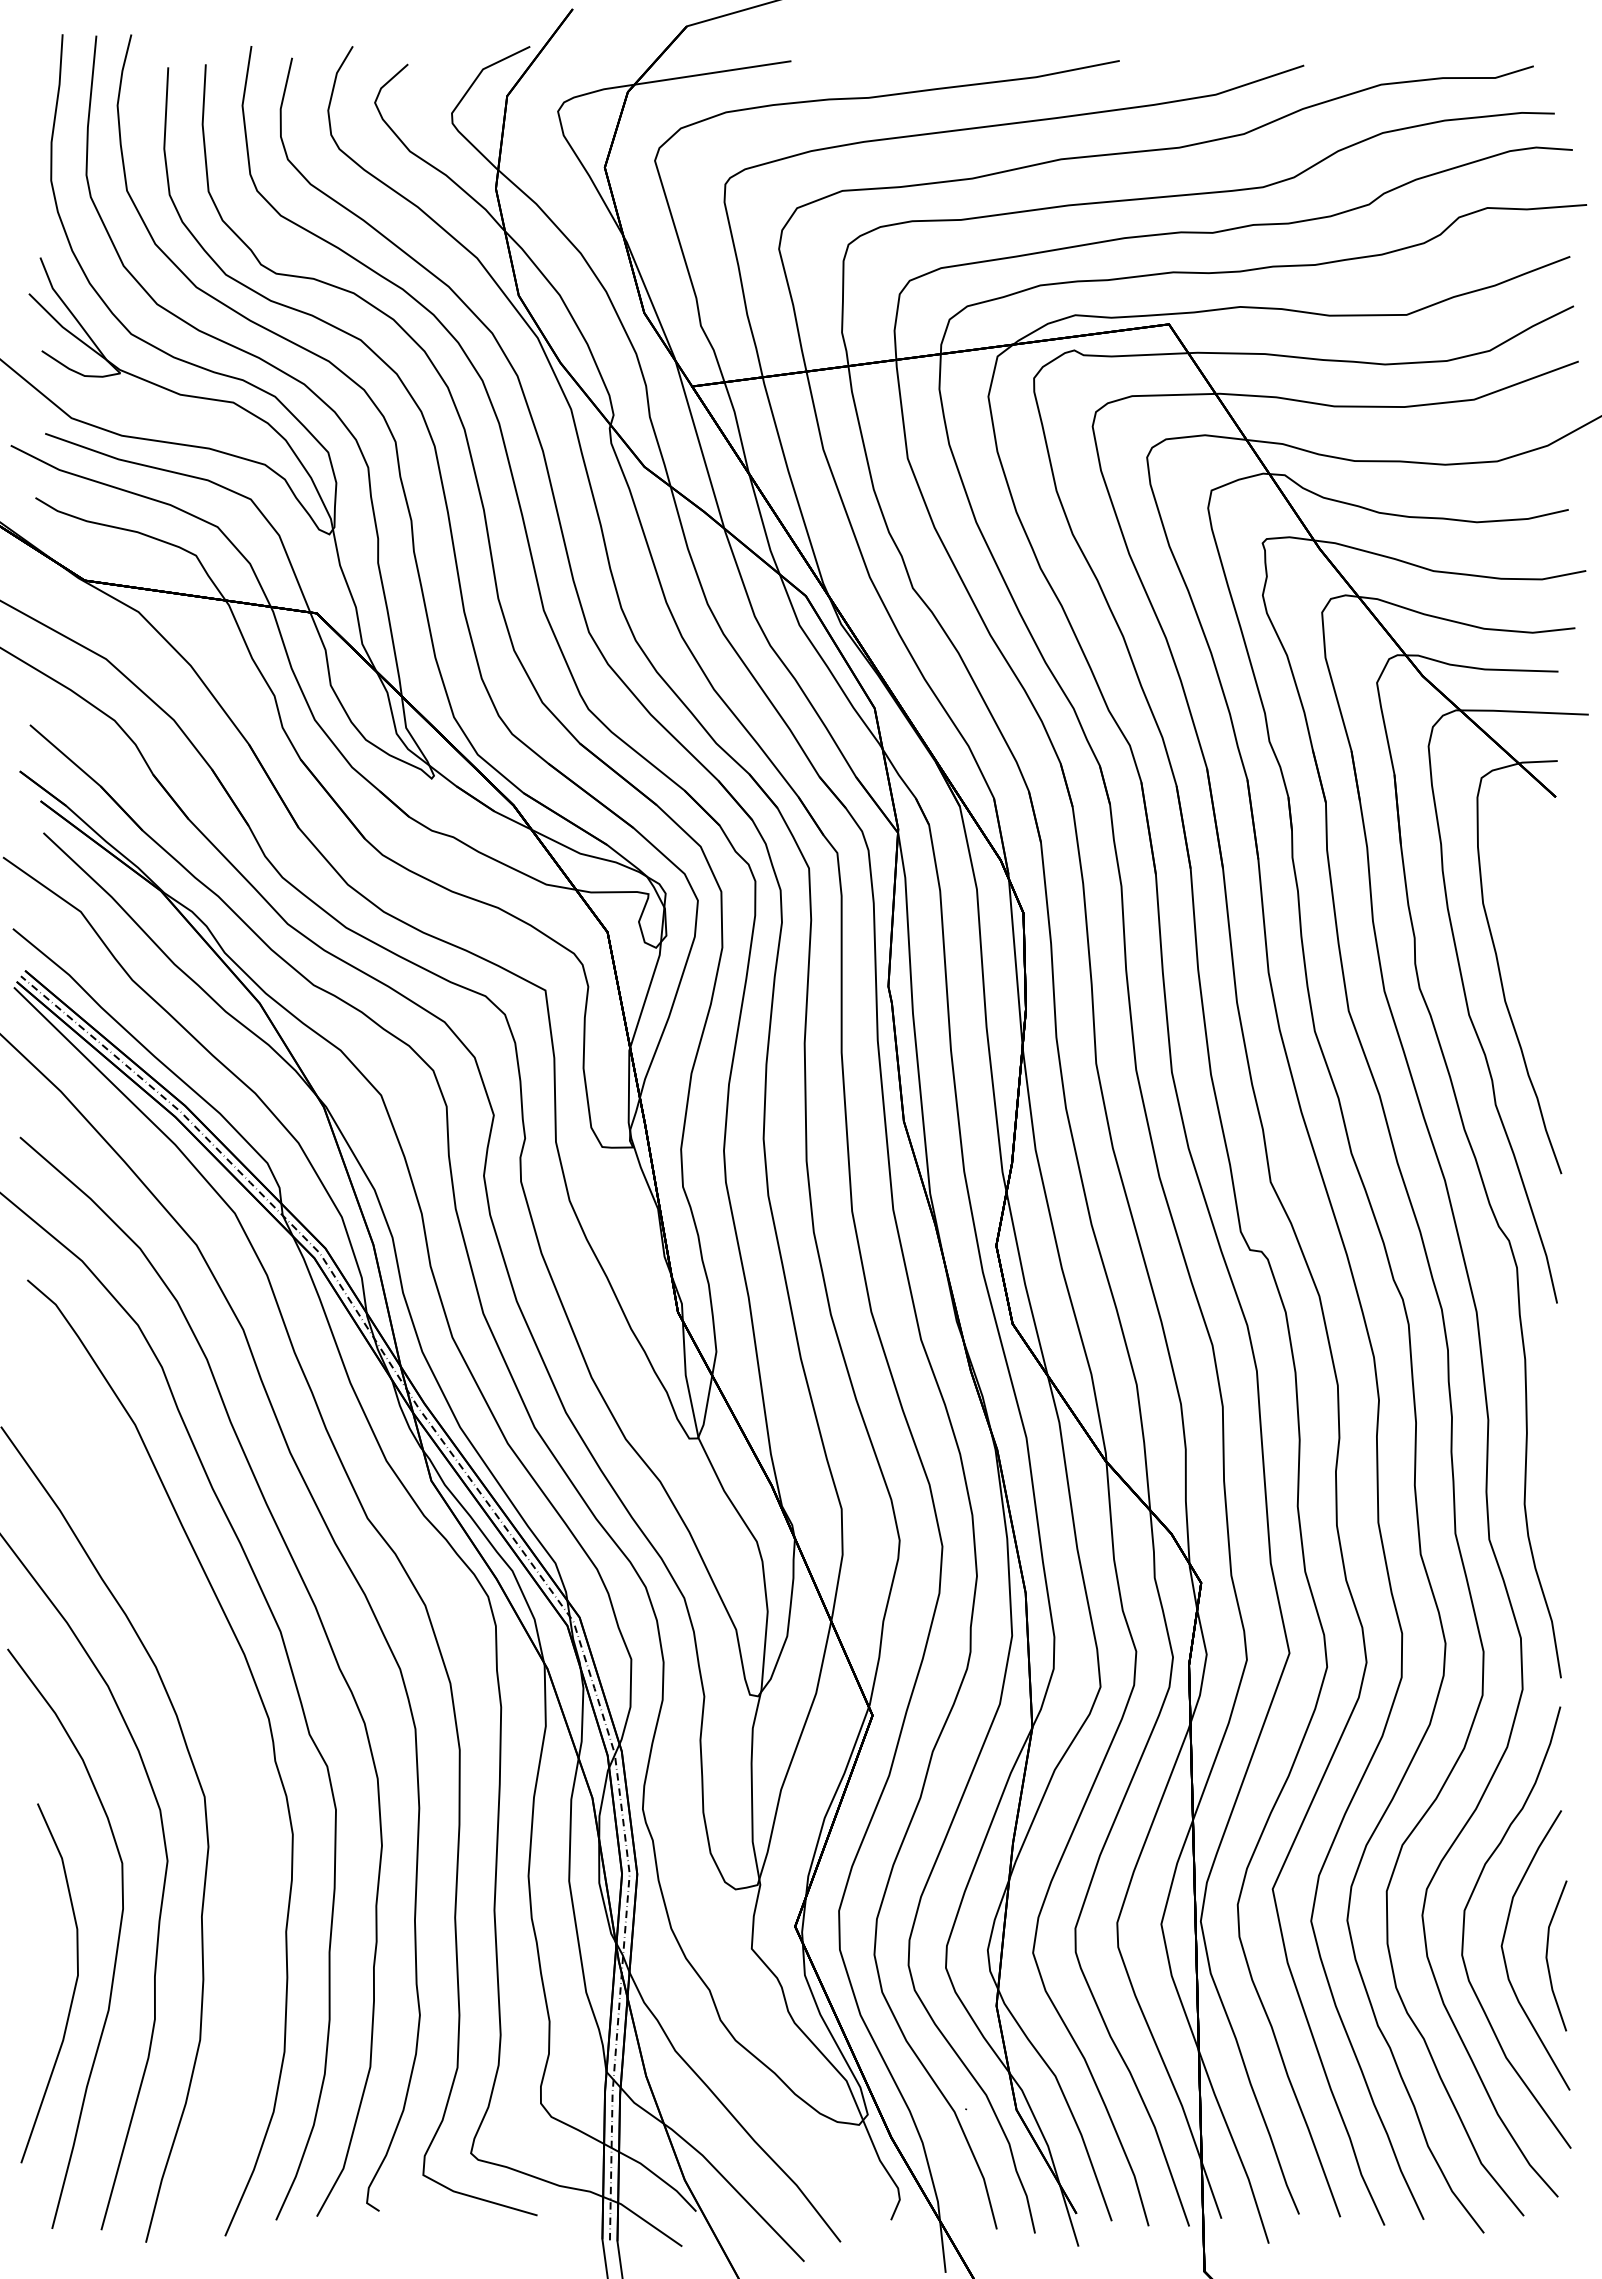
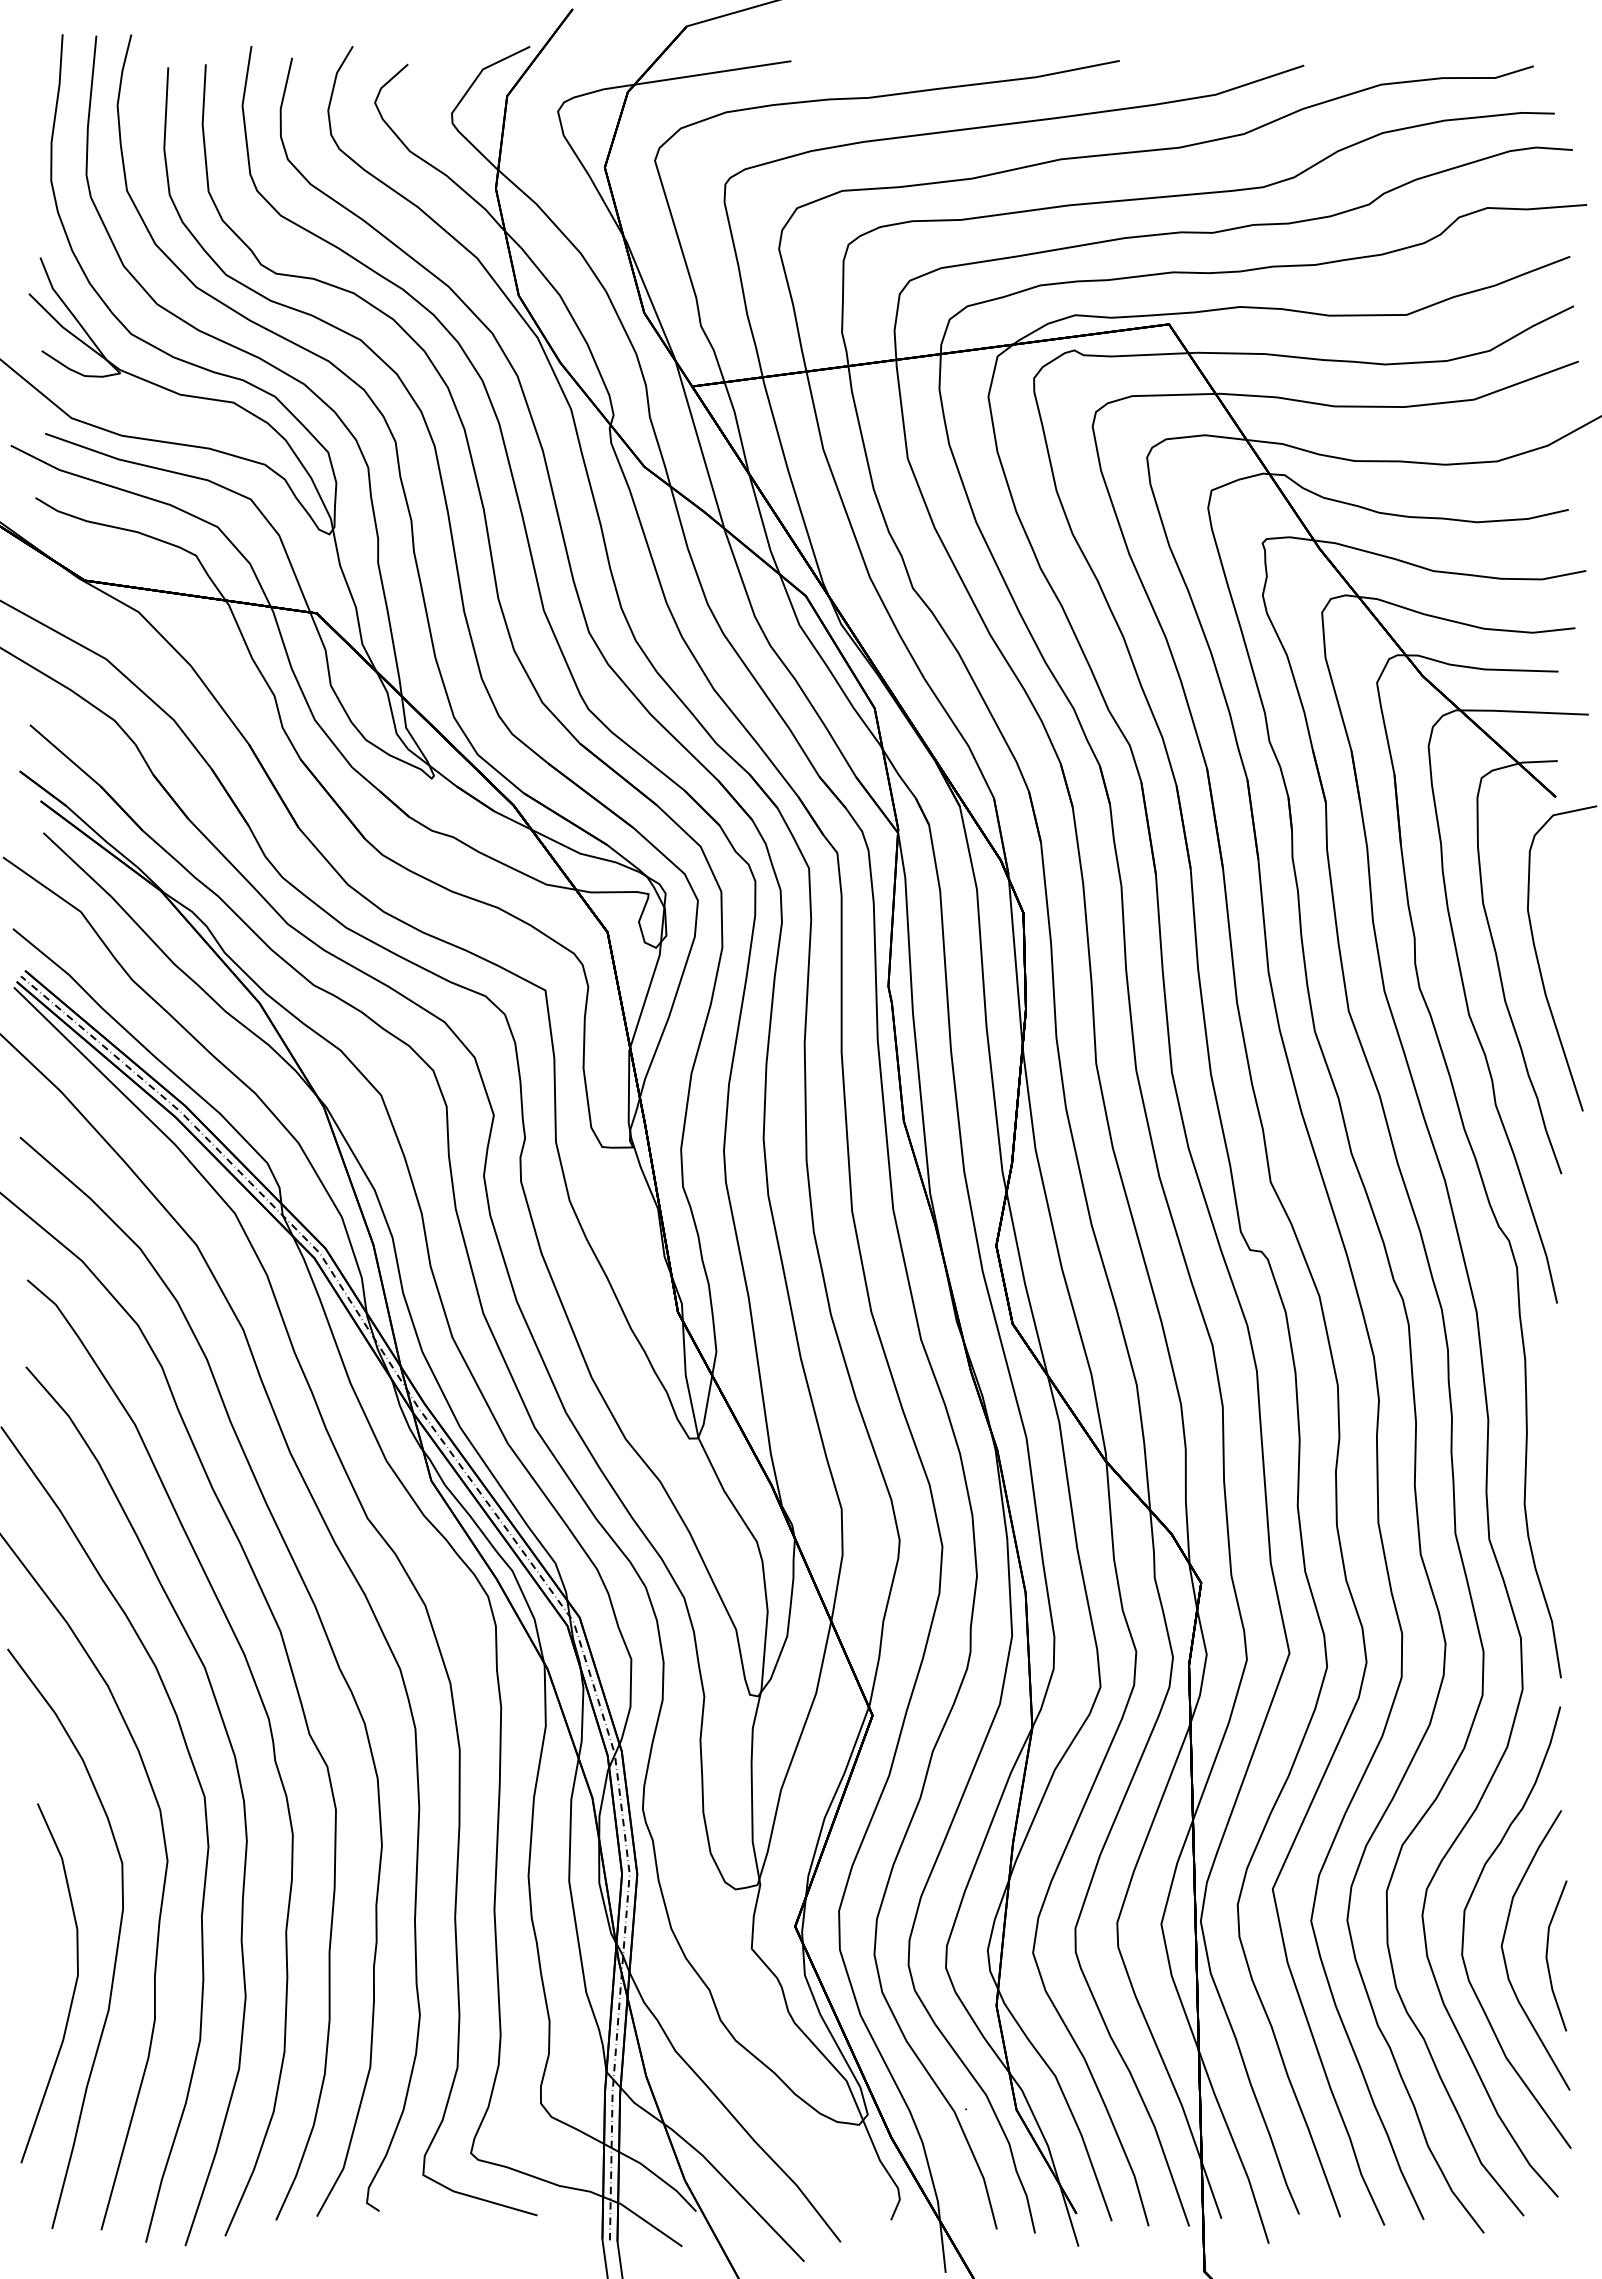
curve at (1539, 962): none -> present
curve at (239, 1785): none -> present
